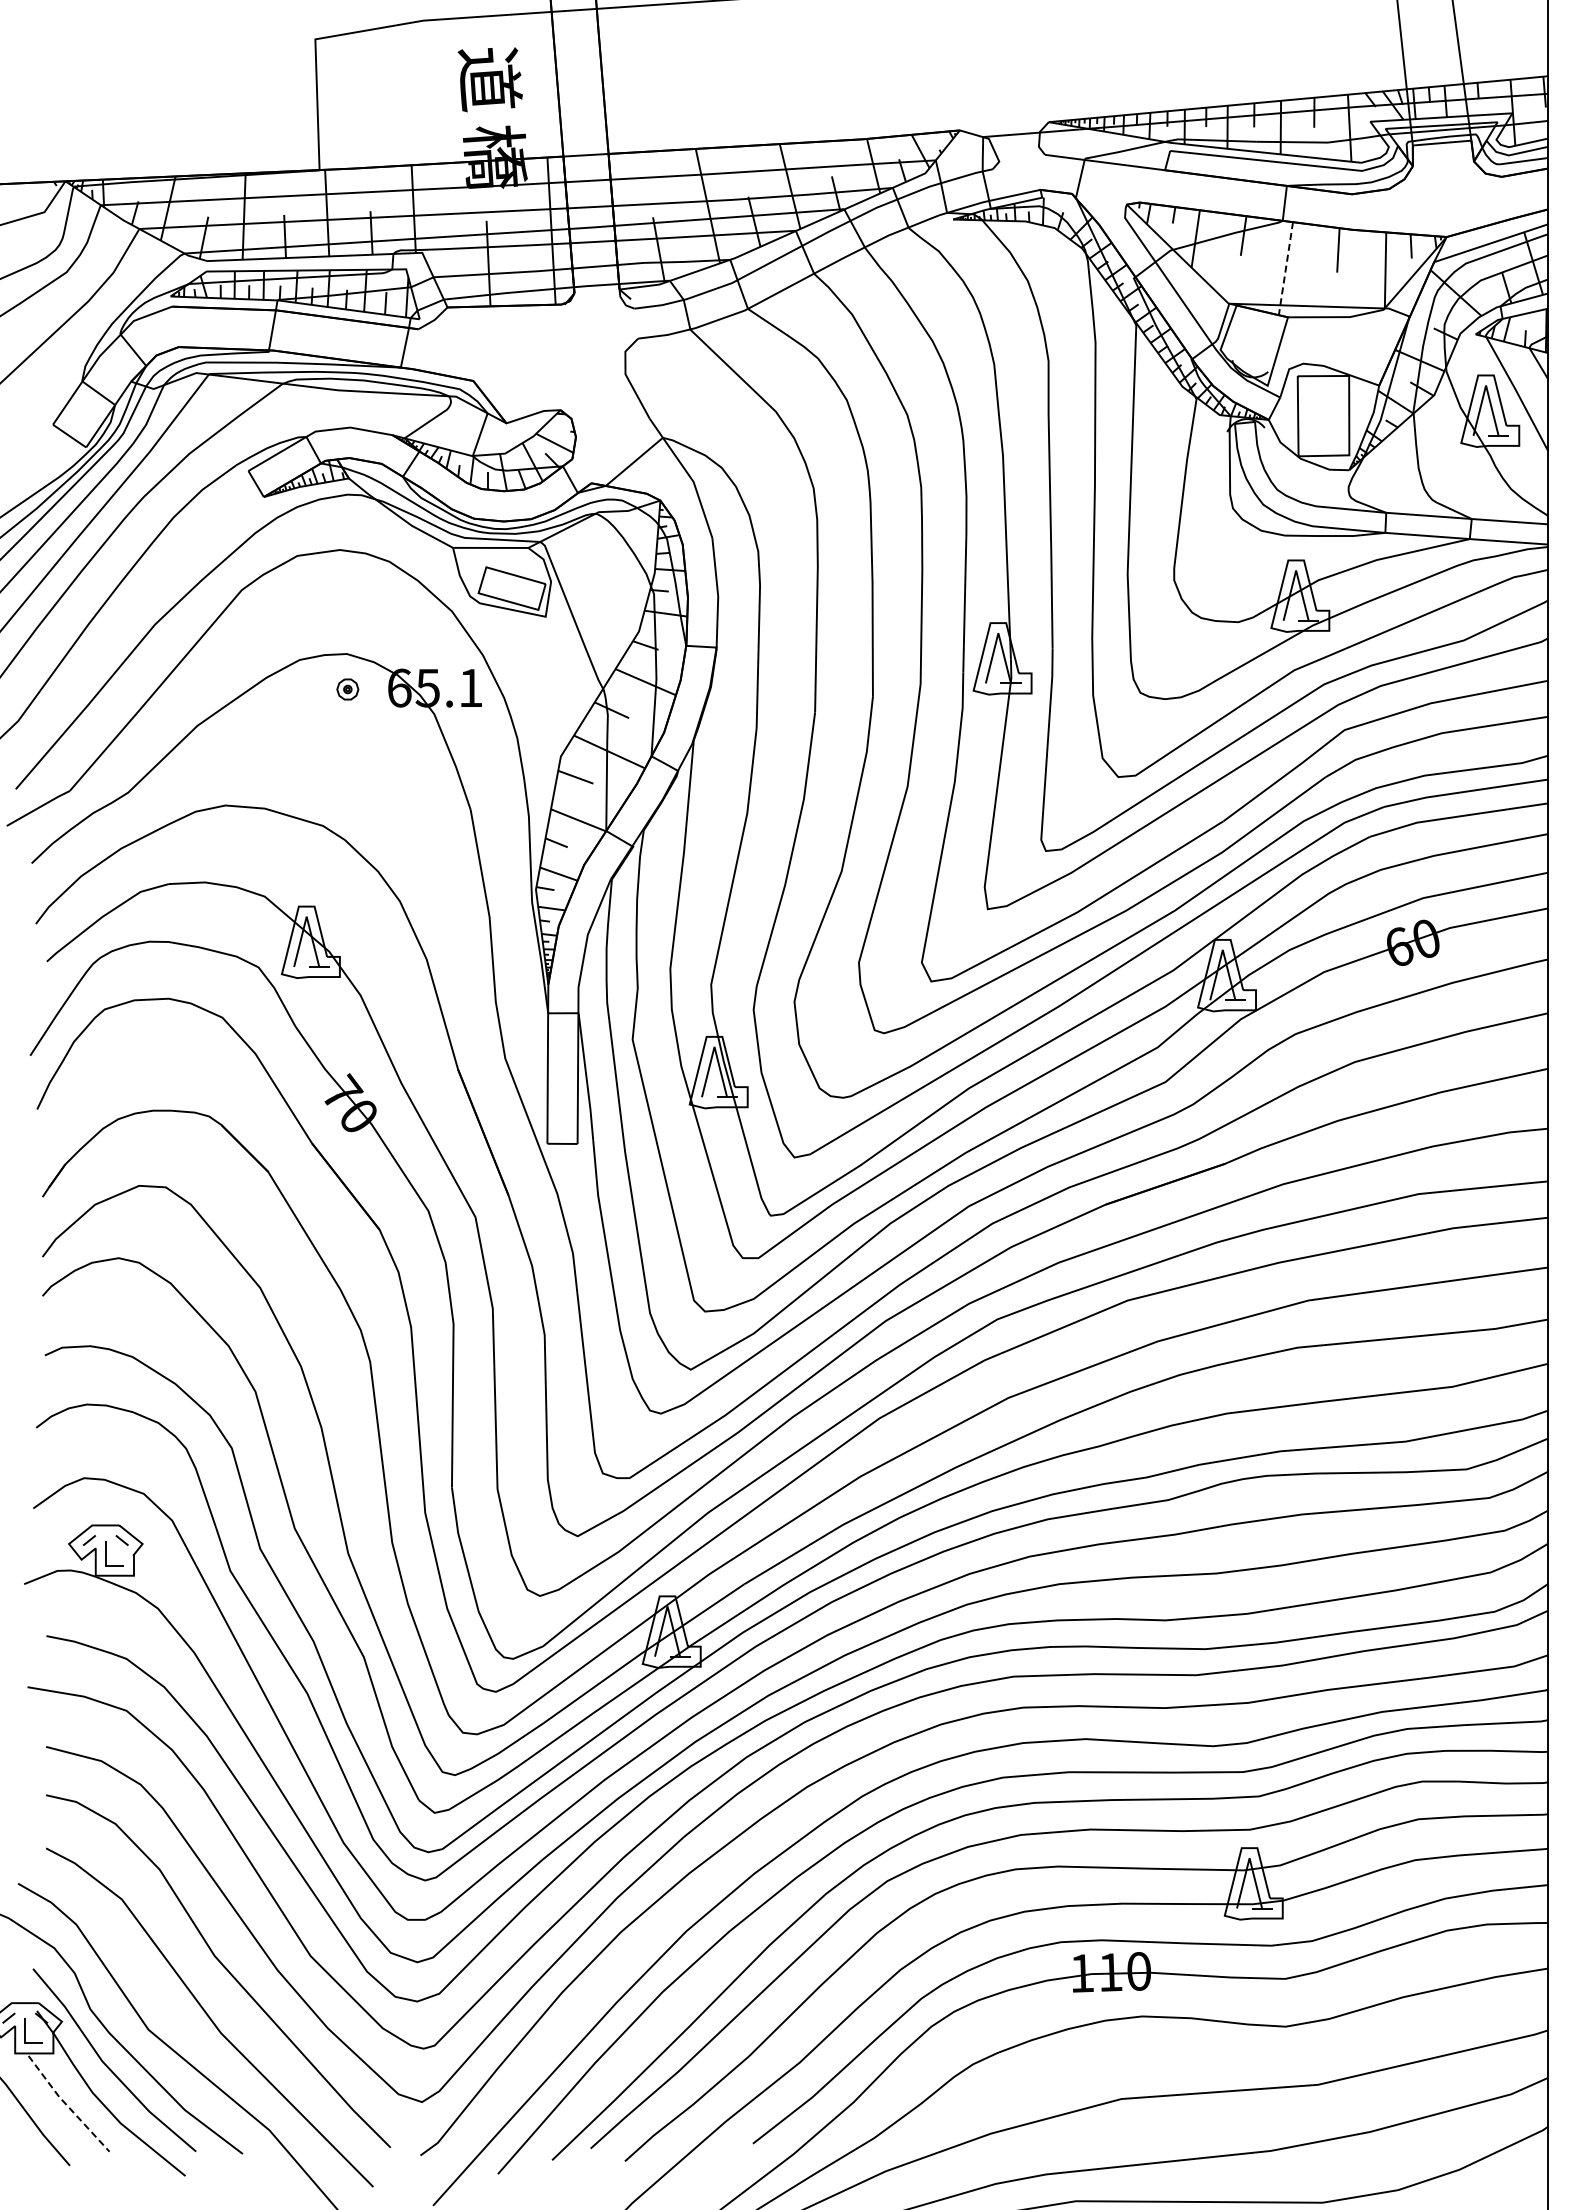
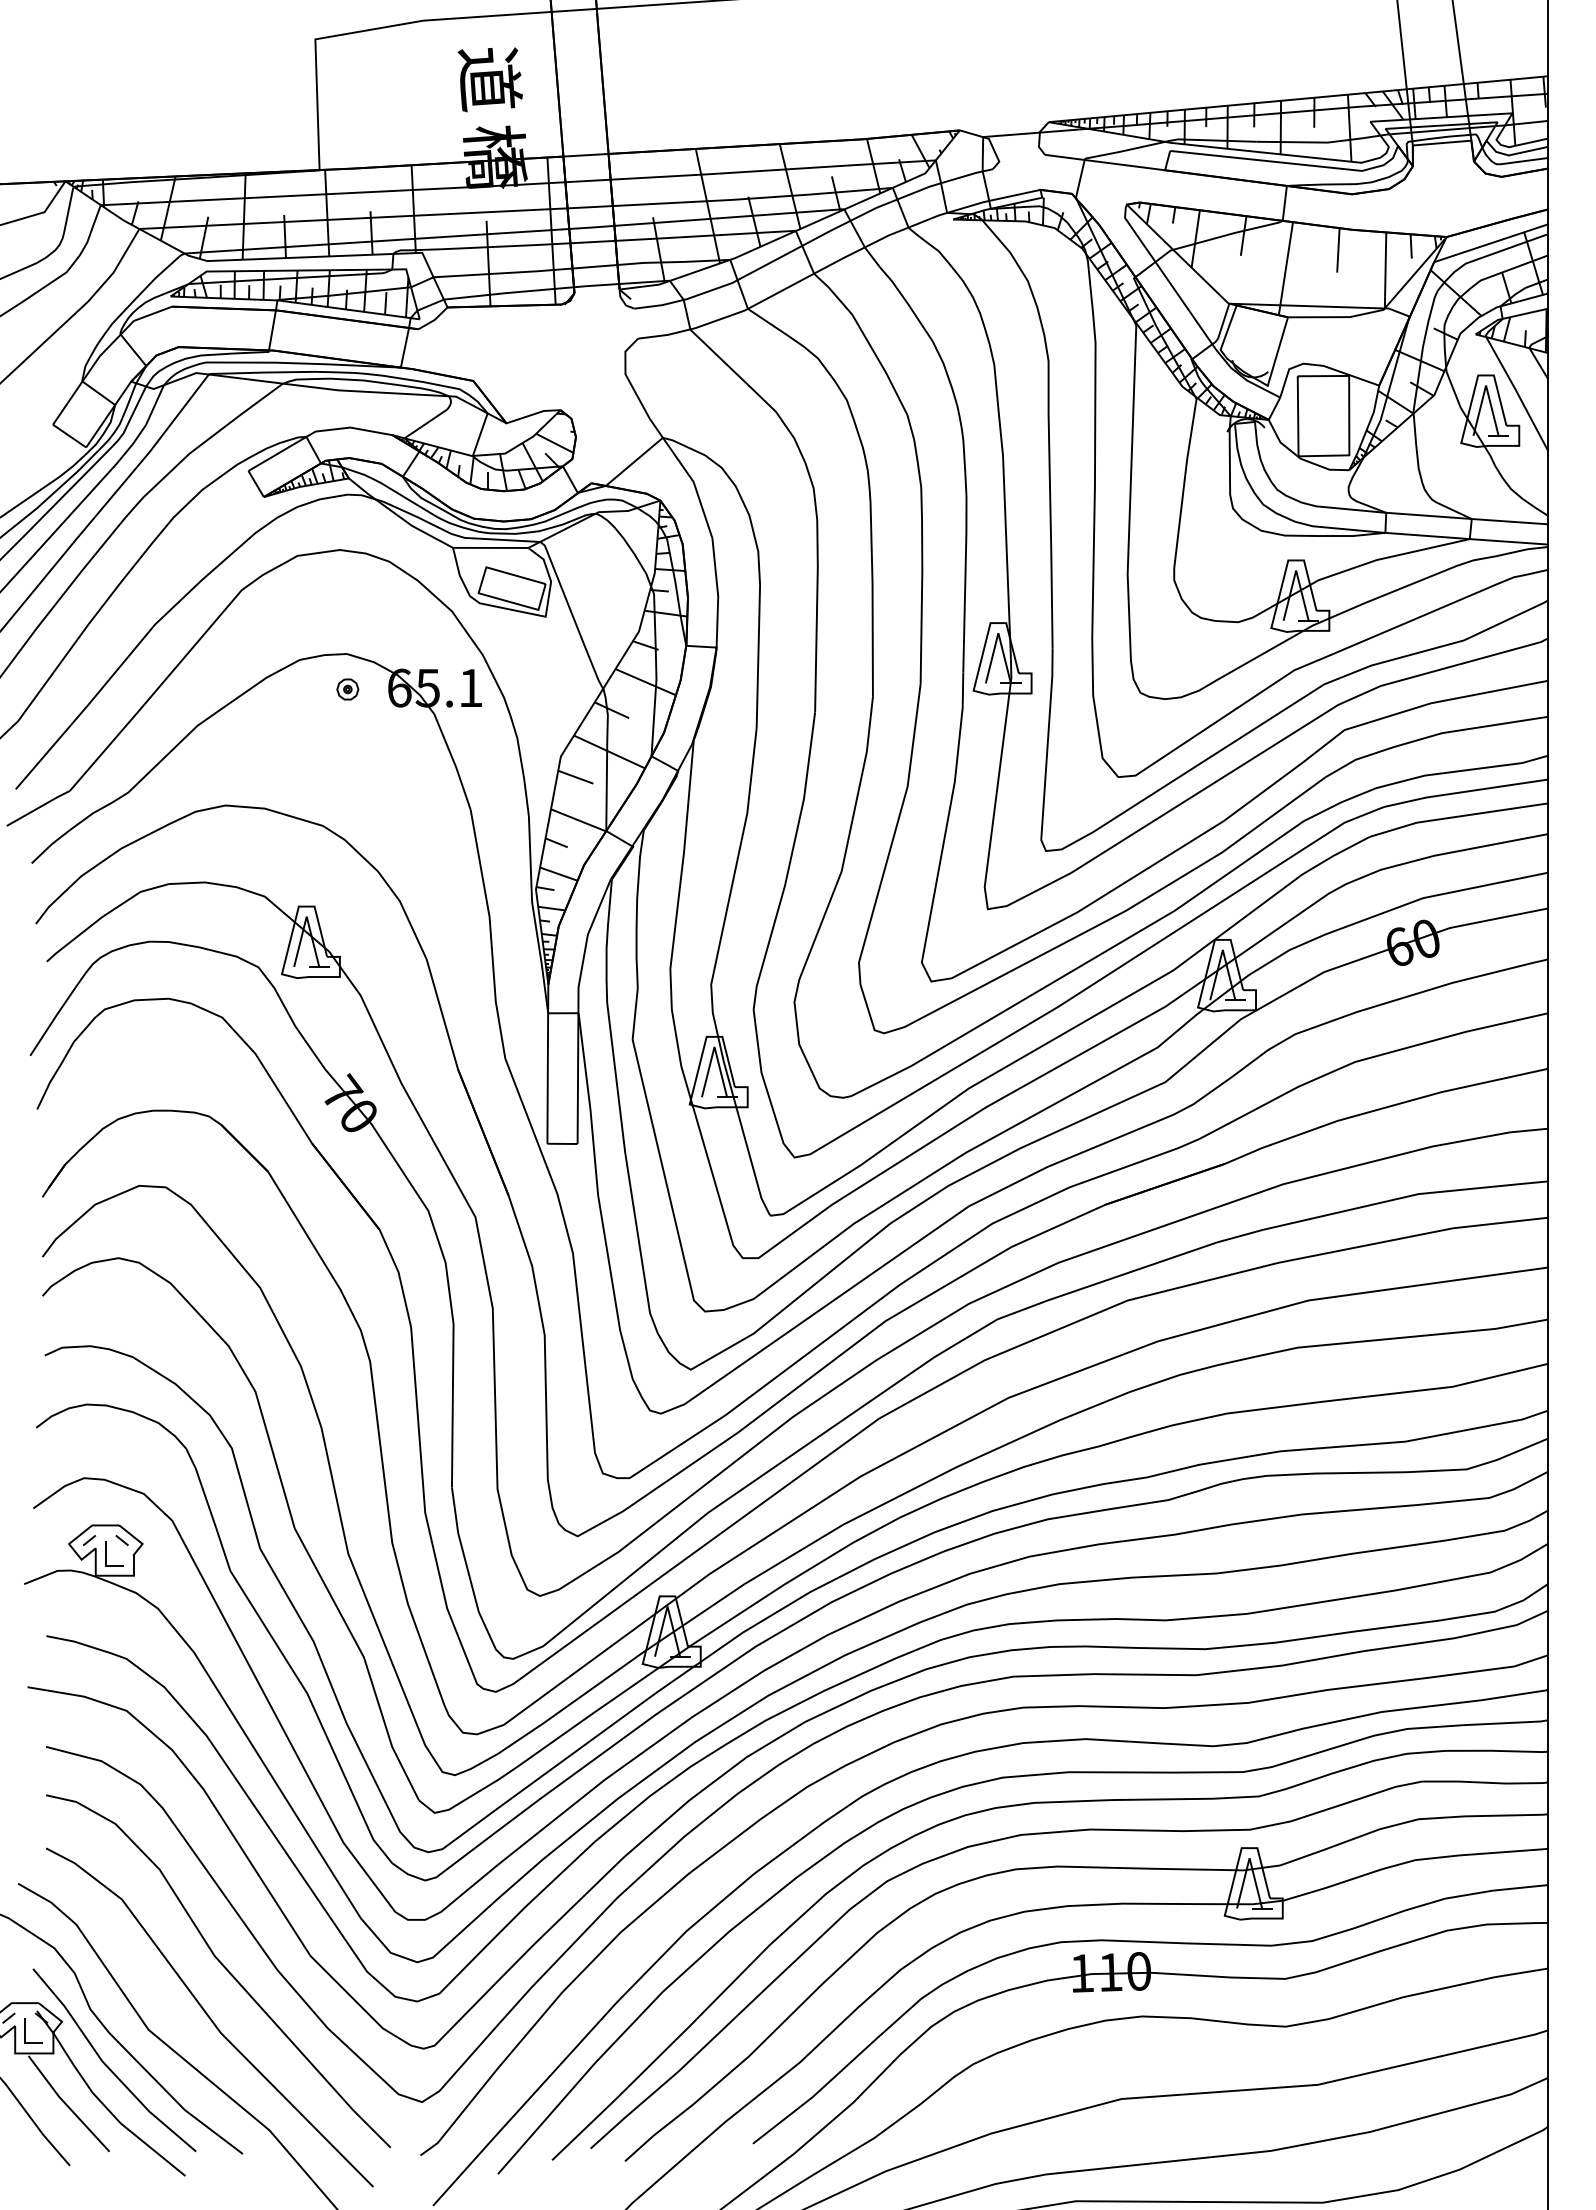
line at (1285, 269): dashed -> solid
line at (67, 2105): dashed -> solid
